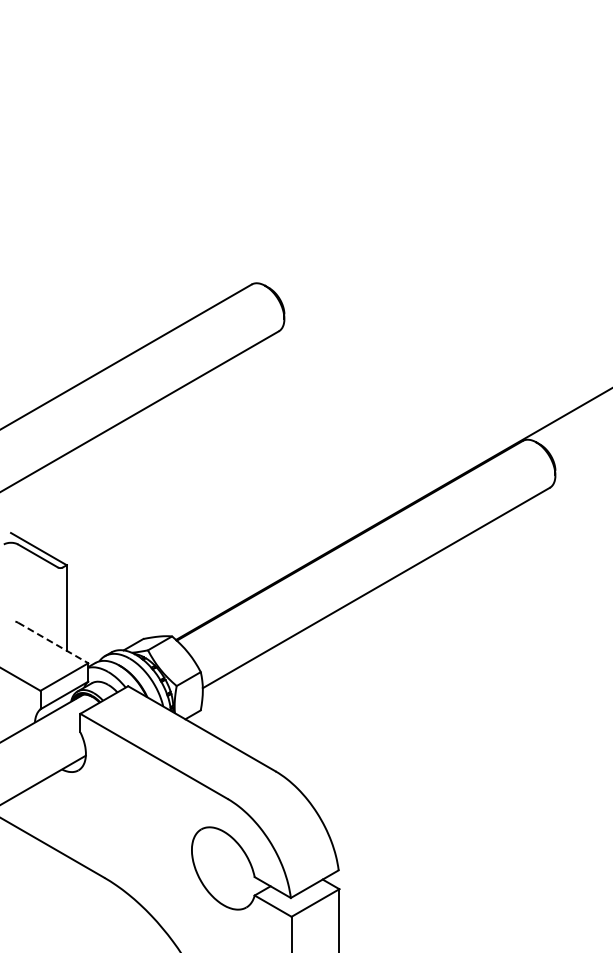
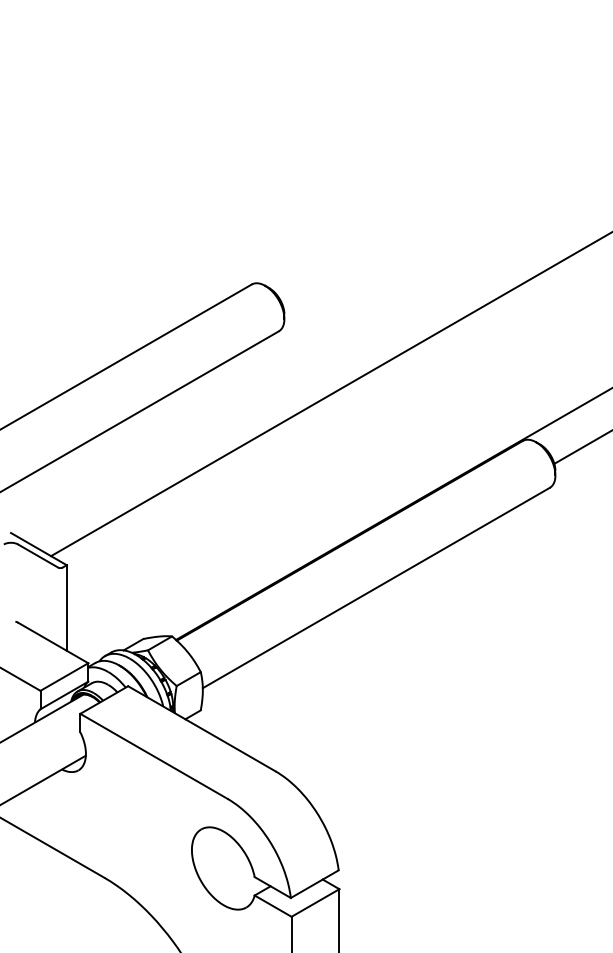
line at (330, 394): none -> present
line at (581, 447): none -> present
line at (53, 643): dashed -> solid
